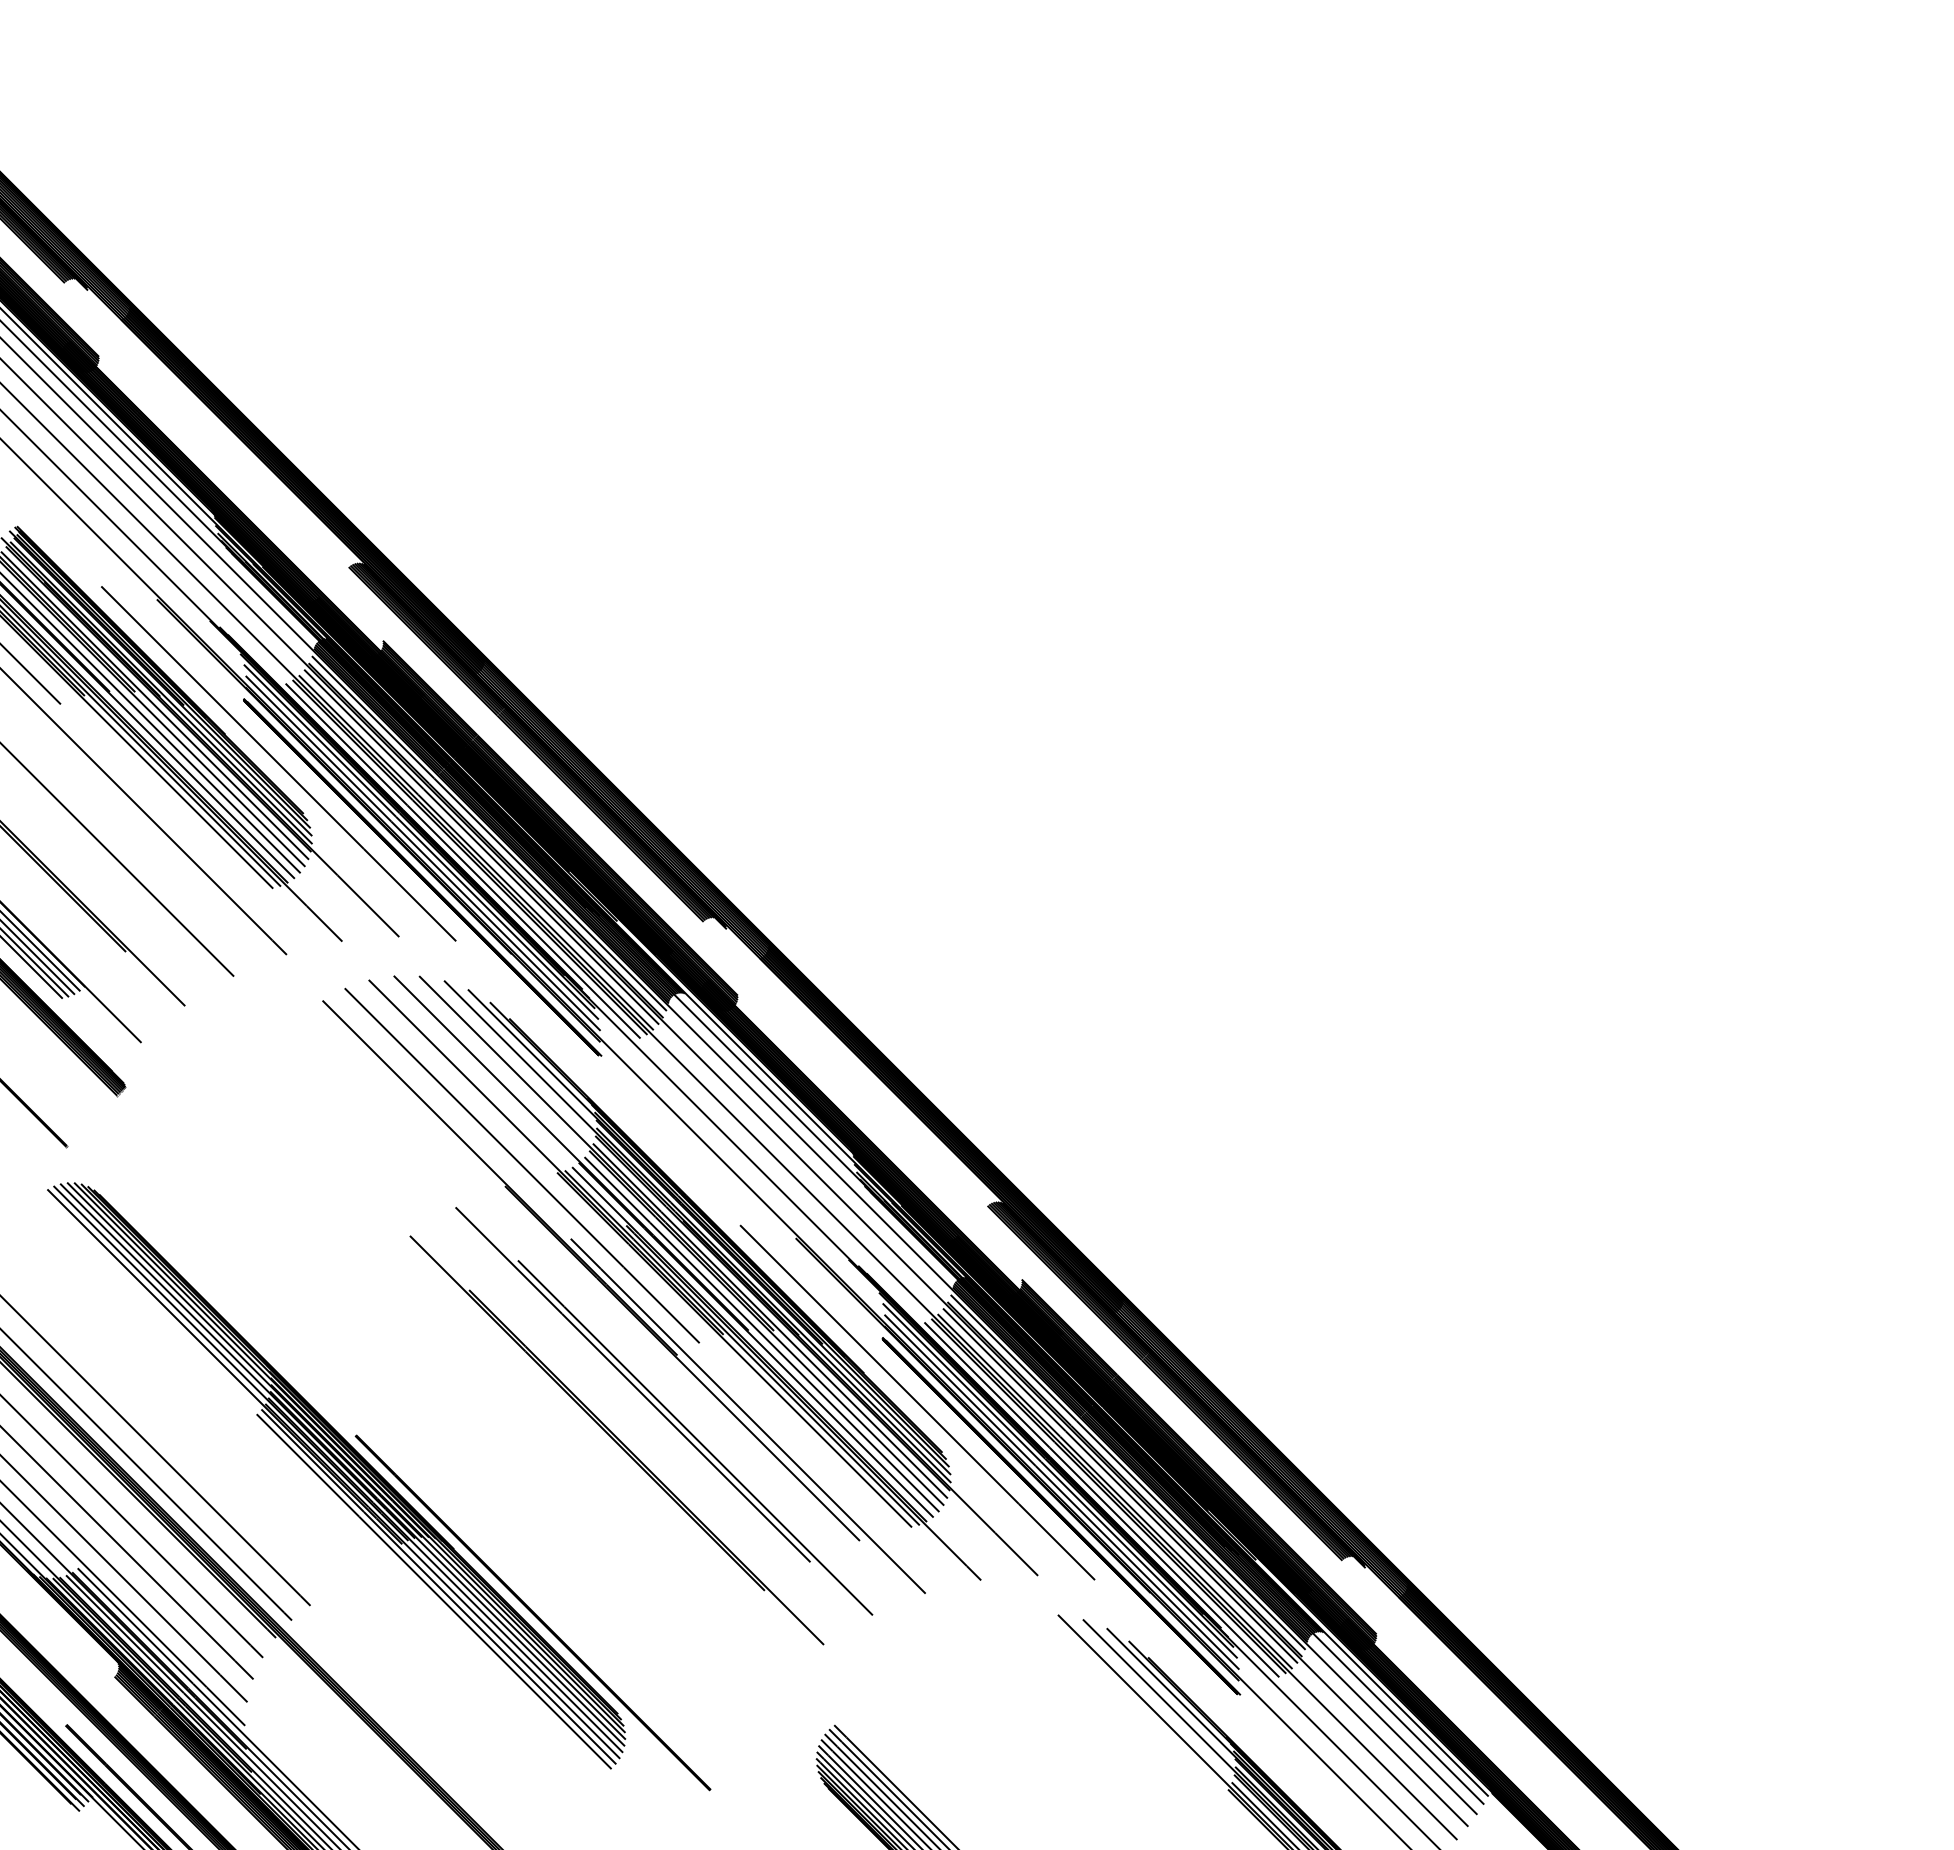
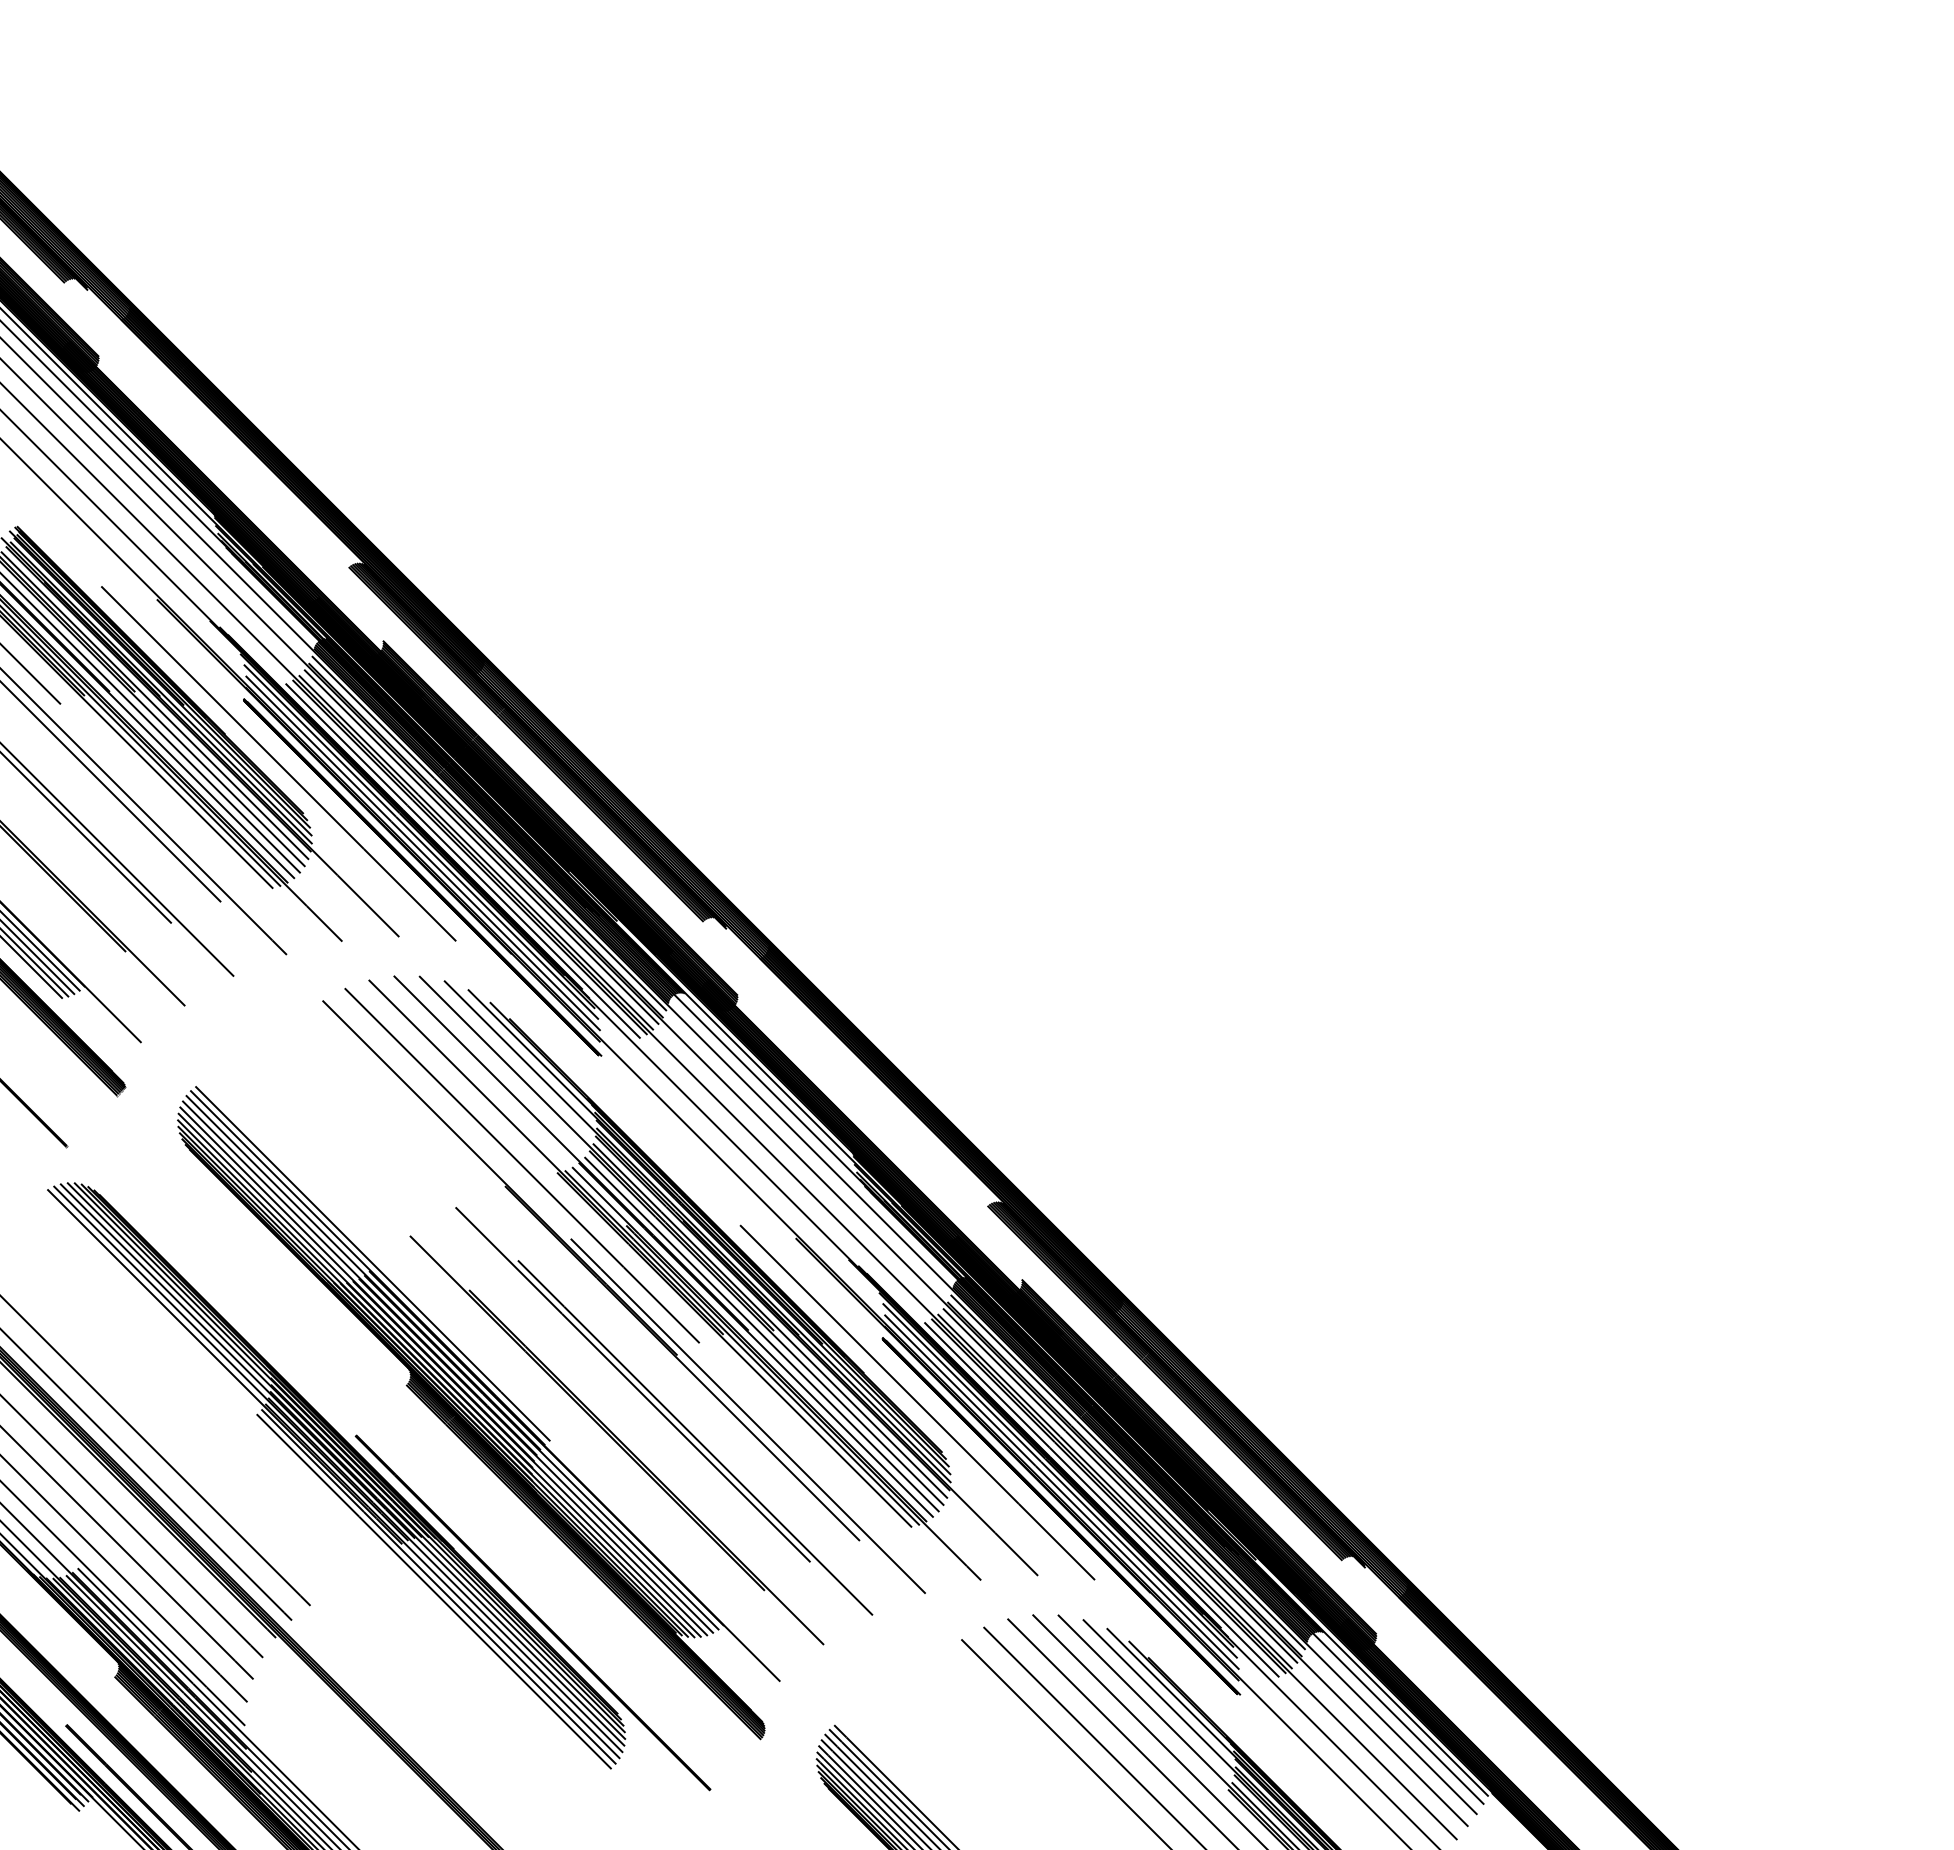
line at (111, 792): none -> present
line at (86, 838): none -> present
part at (478, 1413): none -> present
line at (1148, 1730): none -> present
line at (1121, 1732): none -> present
line at (1093, 1736): none -> present
line at (1064, 1742): none -> present
